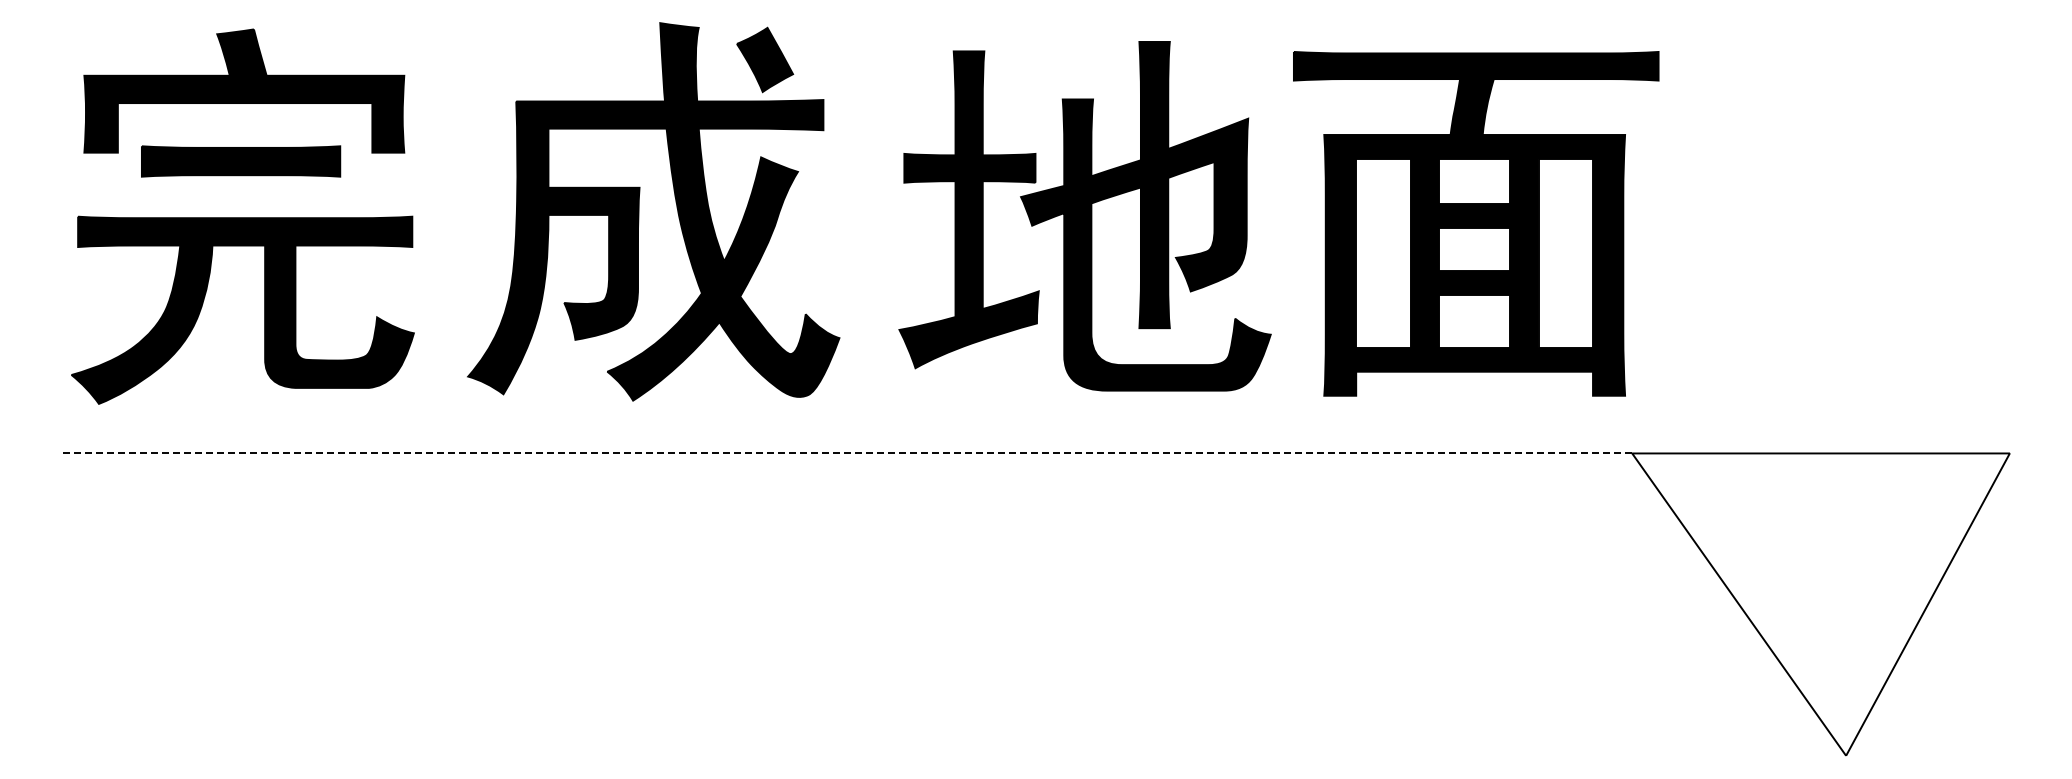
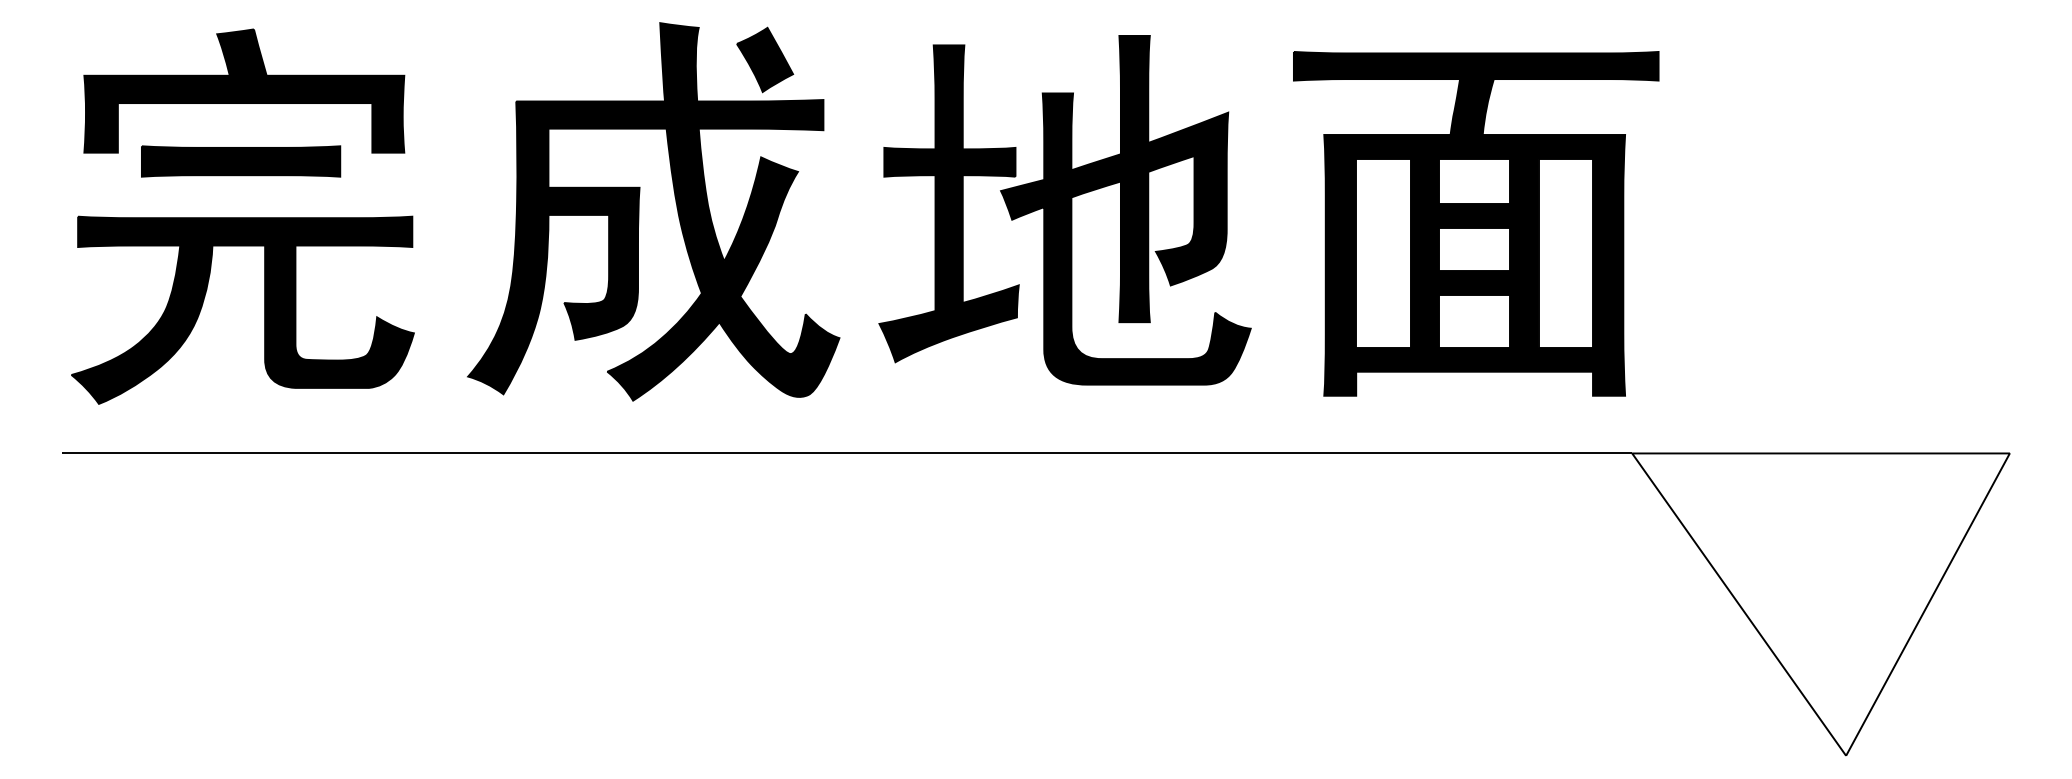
part at (1084, 216) position: (1084, 216) -> (1064, 210)
line at (846, 453): dashed -> solid
